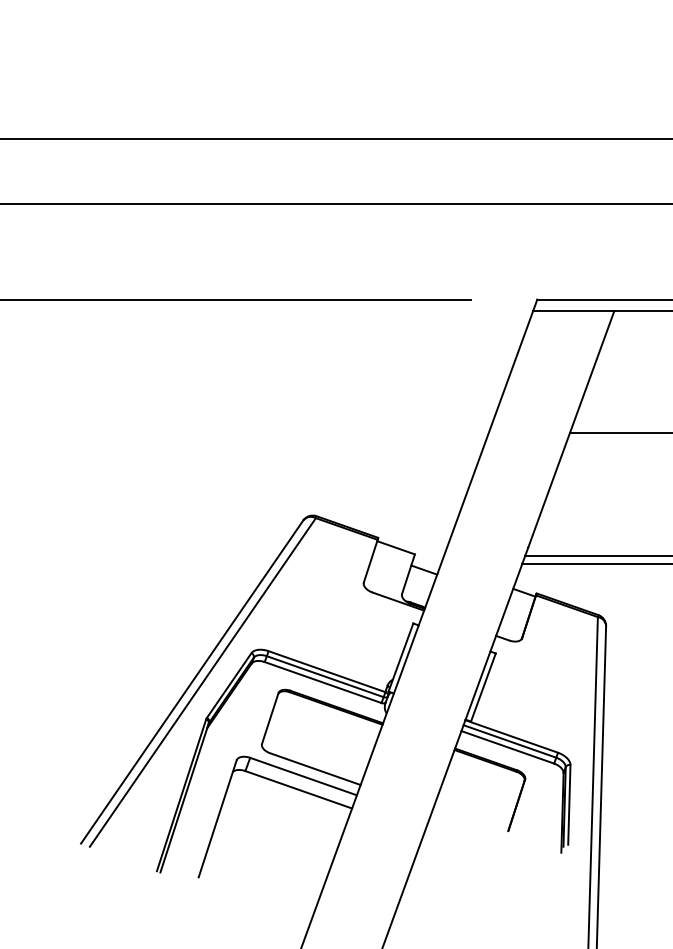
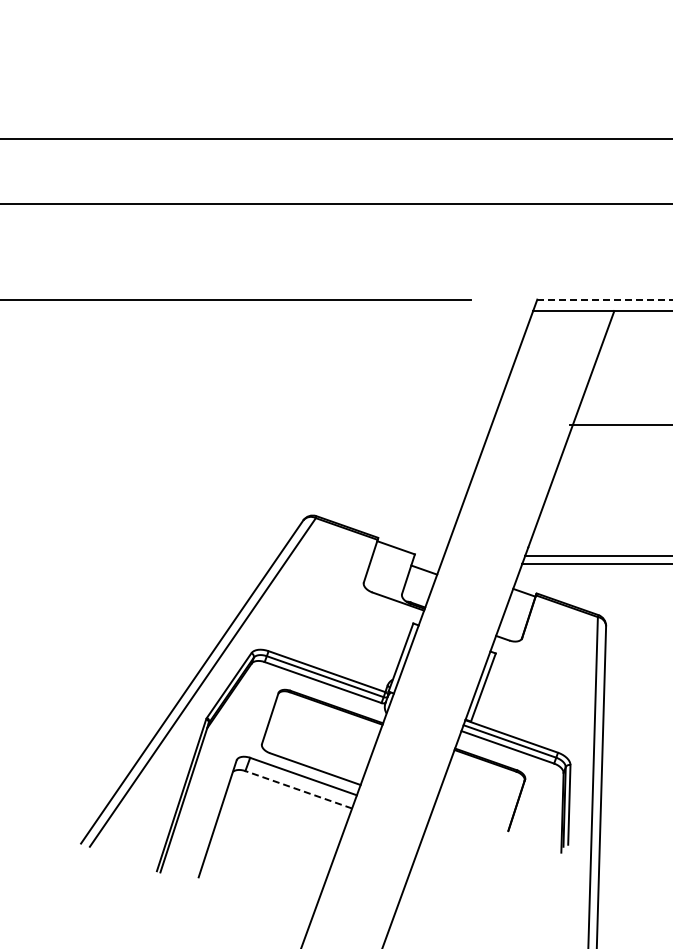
line at (605, 299): solid -> dashed
line at (619, 433) position: (619, 433) -> (619, 425)
line at (298, 789): solid -> dashed
